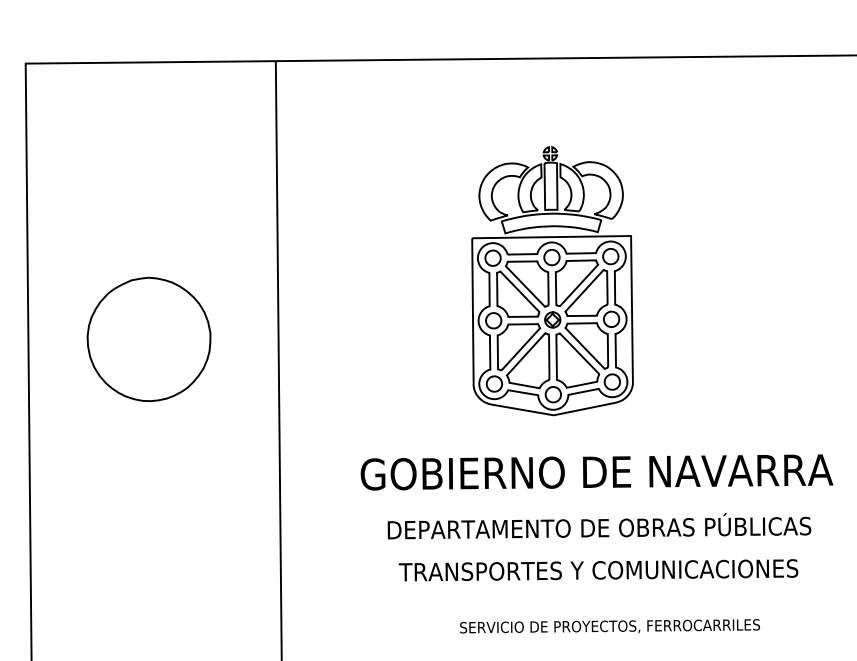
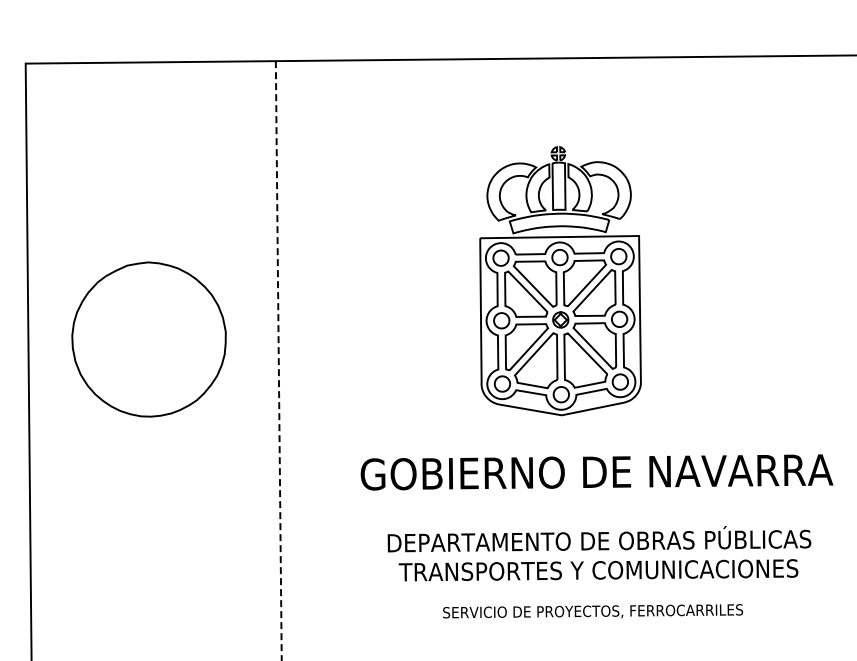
part at (552, 280) position: (552, 280) -> (560, 280)
part at (148, 338) size: 126x126 px -> 156x157 px
line at (278, 361): solid -> dashed
text at (599, 526) position: (599, 526) -> (599, 539)
text at (610, 626) position: (610, 626) -> (593, 611)
